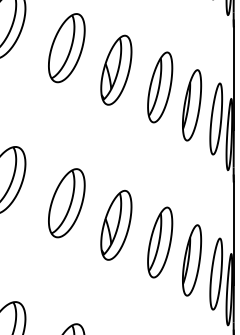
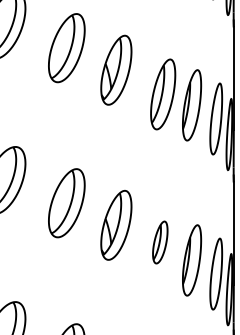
part at (160, 87) position: (160, 87) -> (163, 94)
part at (160, 242) size: 27x73 px -> 17x45 px
